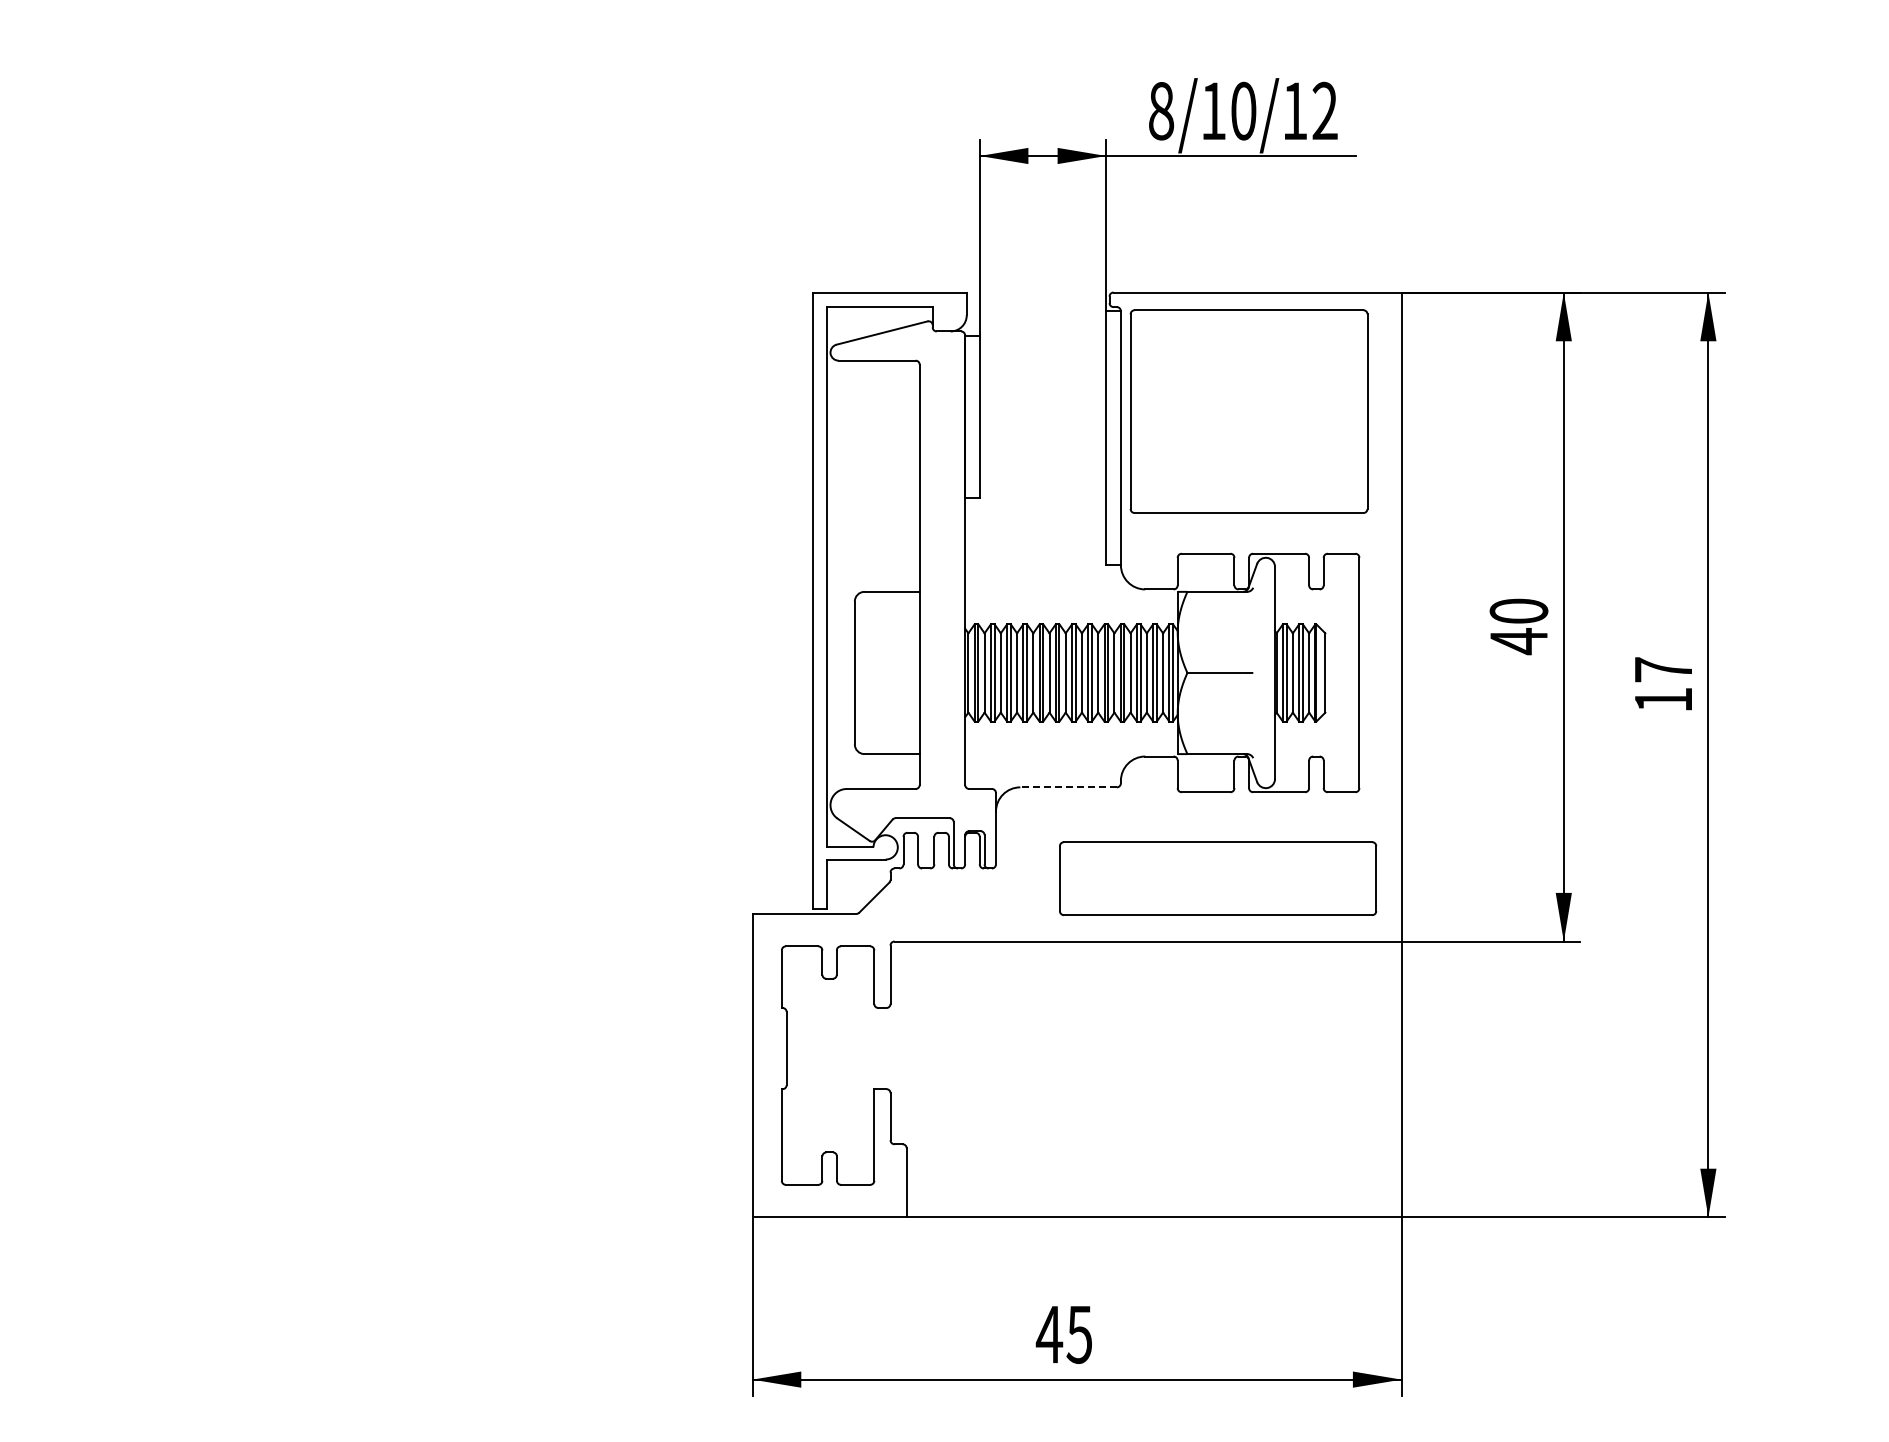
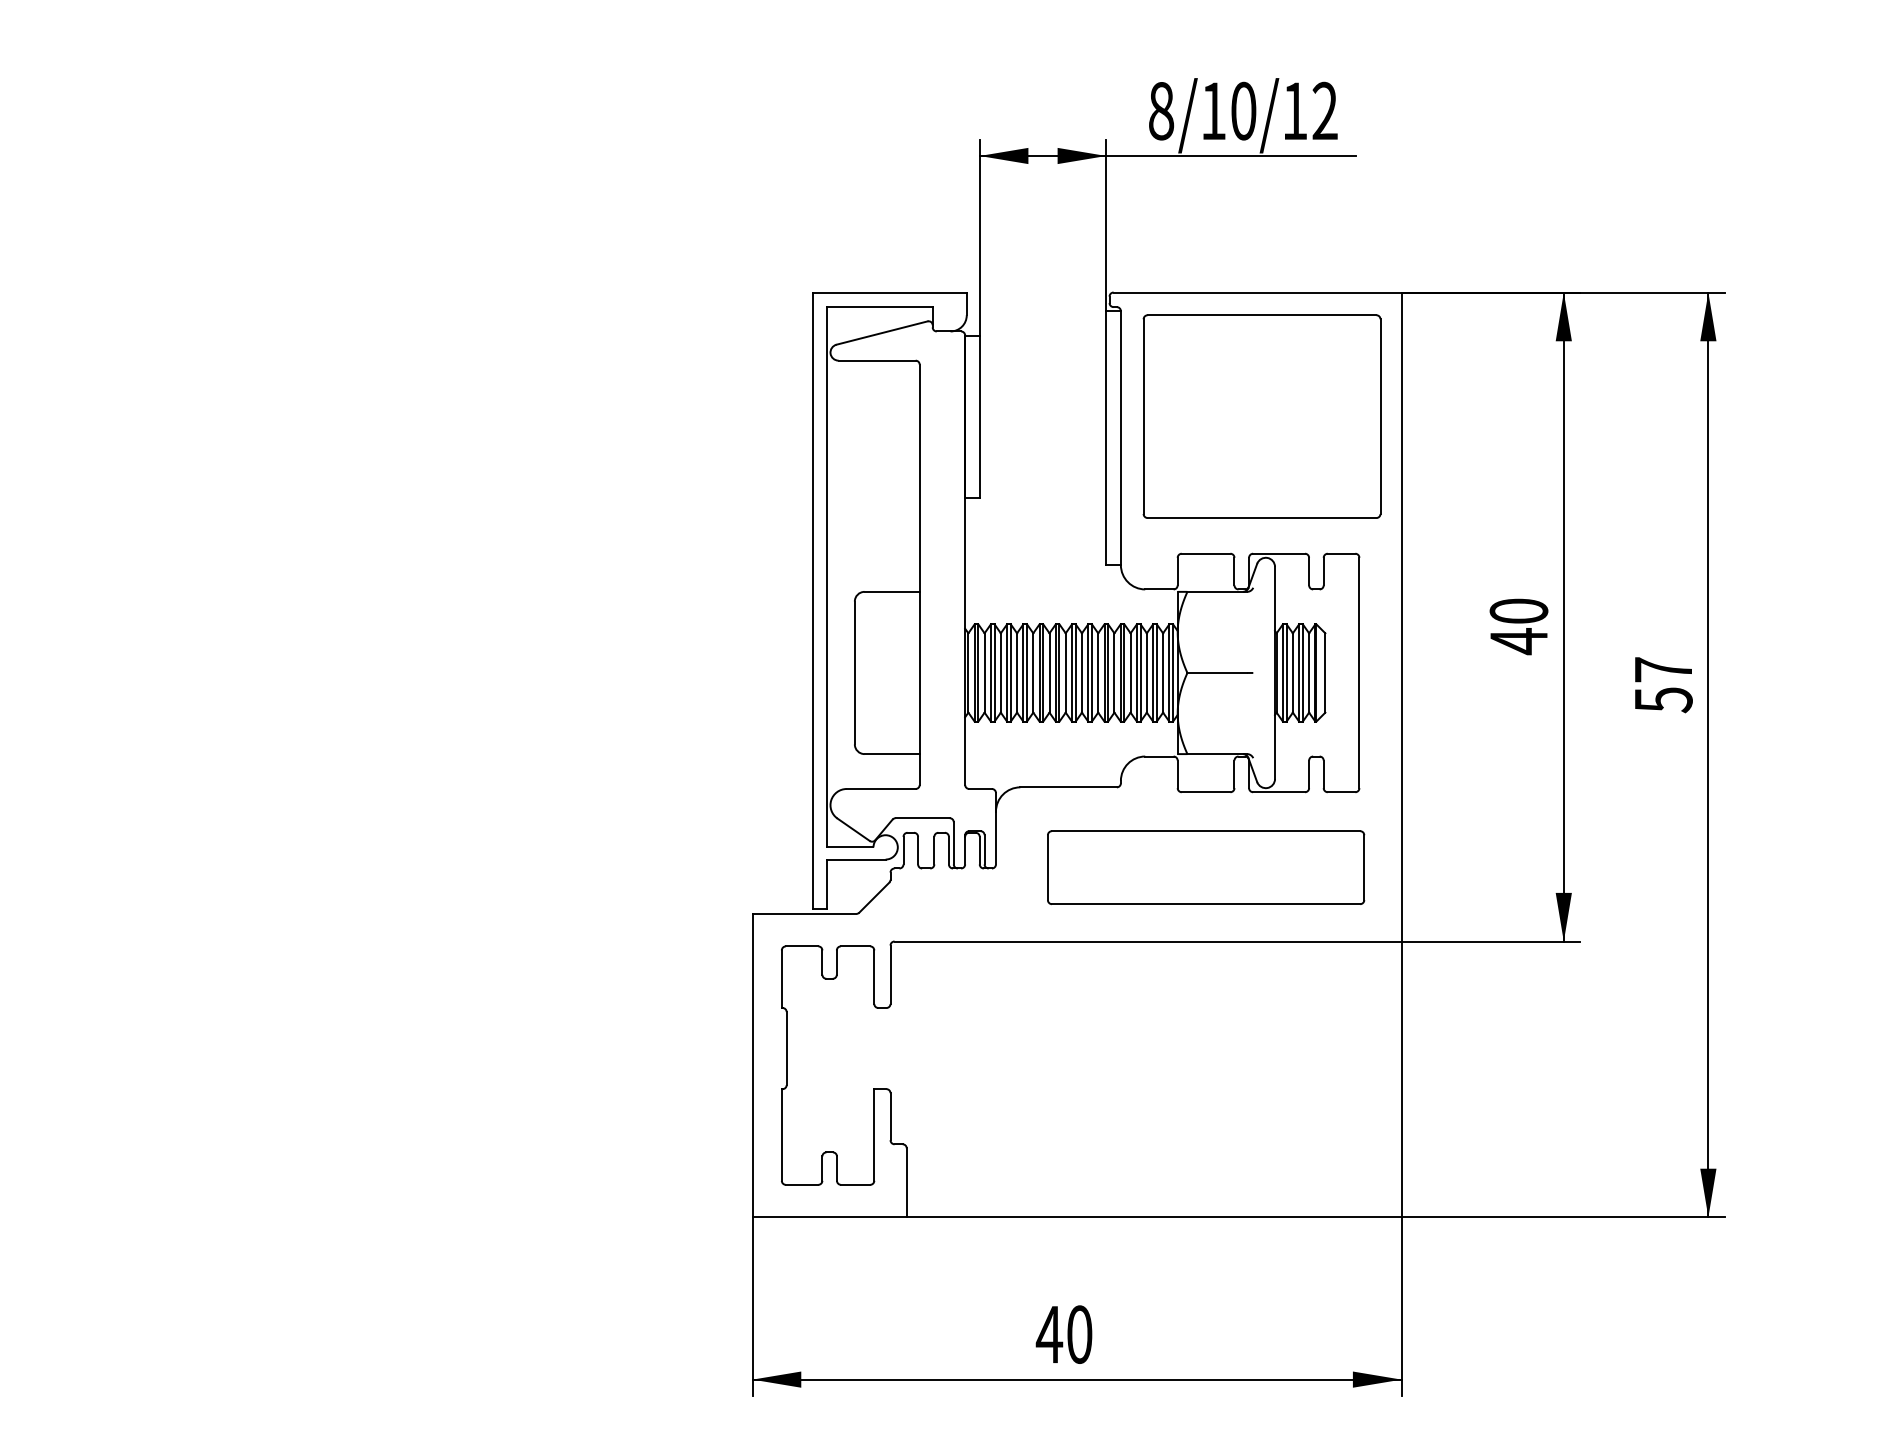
part at (1248, 411) position: (1248, 411) -> (1261, 416)
text at (1663, 700): 17 -> 57
line at (1068, 787): dashed -> solid
part at (1218, 878) position: (1218, 878) -> (1206, 867)
text at (1079, 1334): 45 -> 40
